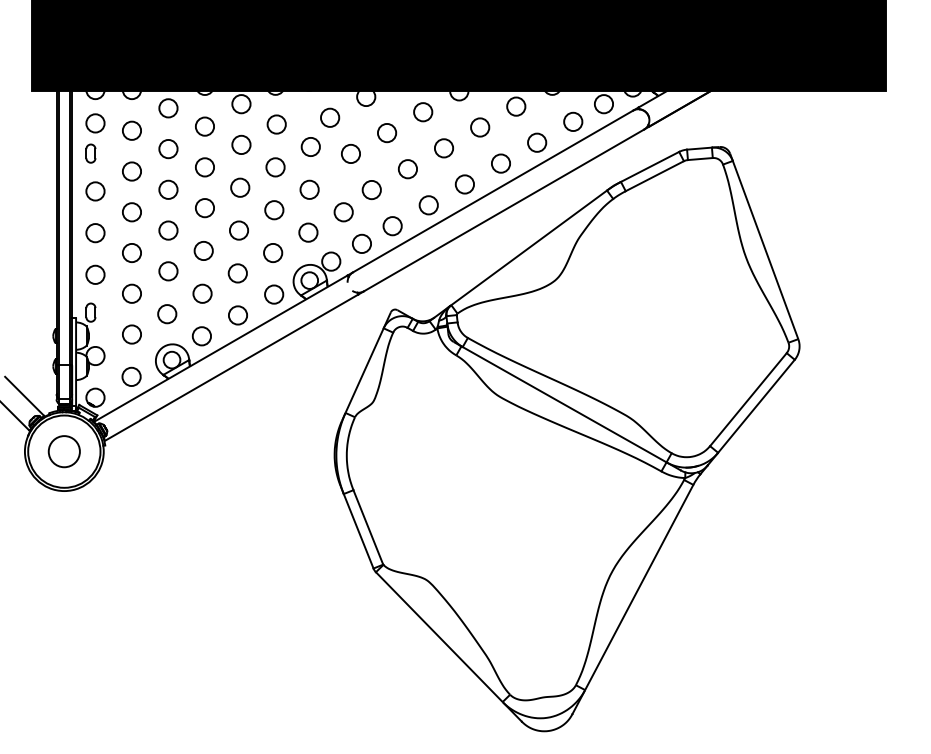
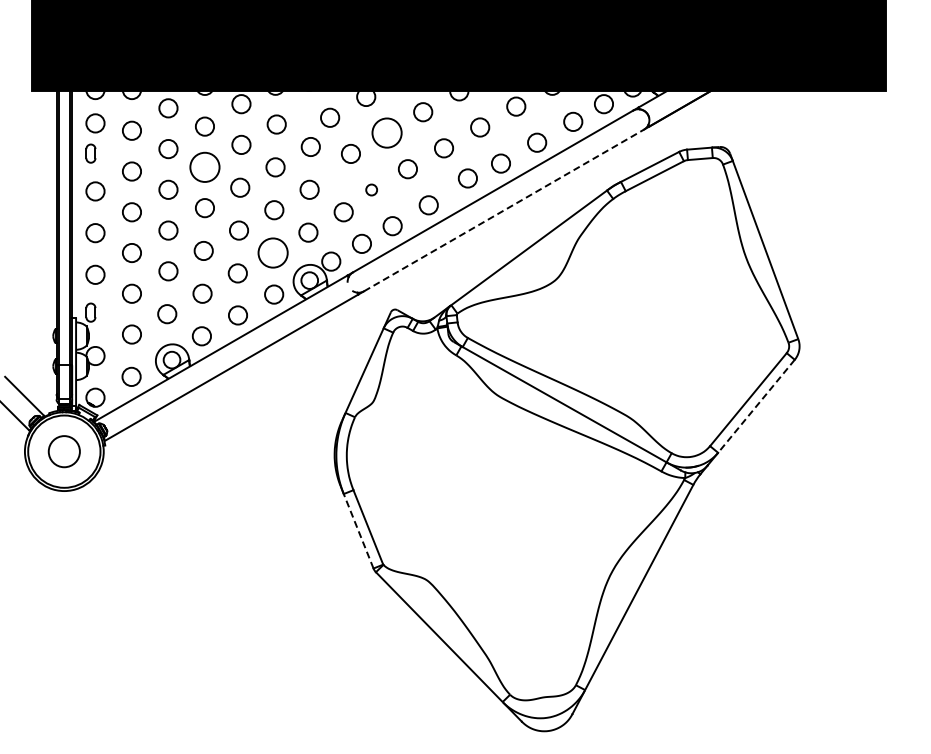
circle at (386, 132) diameter: 18 px -> 29 px
circle at (204, 167) diameter: 18 px -> 29 px
circle at (464, 184) position: (464, 184) -> (467, 178)
circle at (371, 189) size: 21x20 px -> 13x14 px
line at (504, 210): solid -> dashed
circle at (273, 252) diameter: 18 px -> 29 px
line at (756, 406): solid -> dashed
line at (358, 530): solid -> dashed
